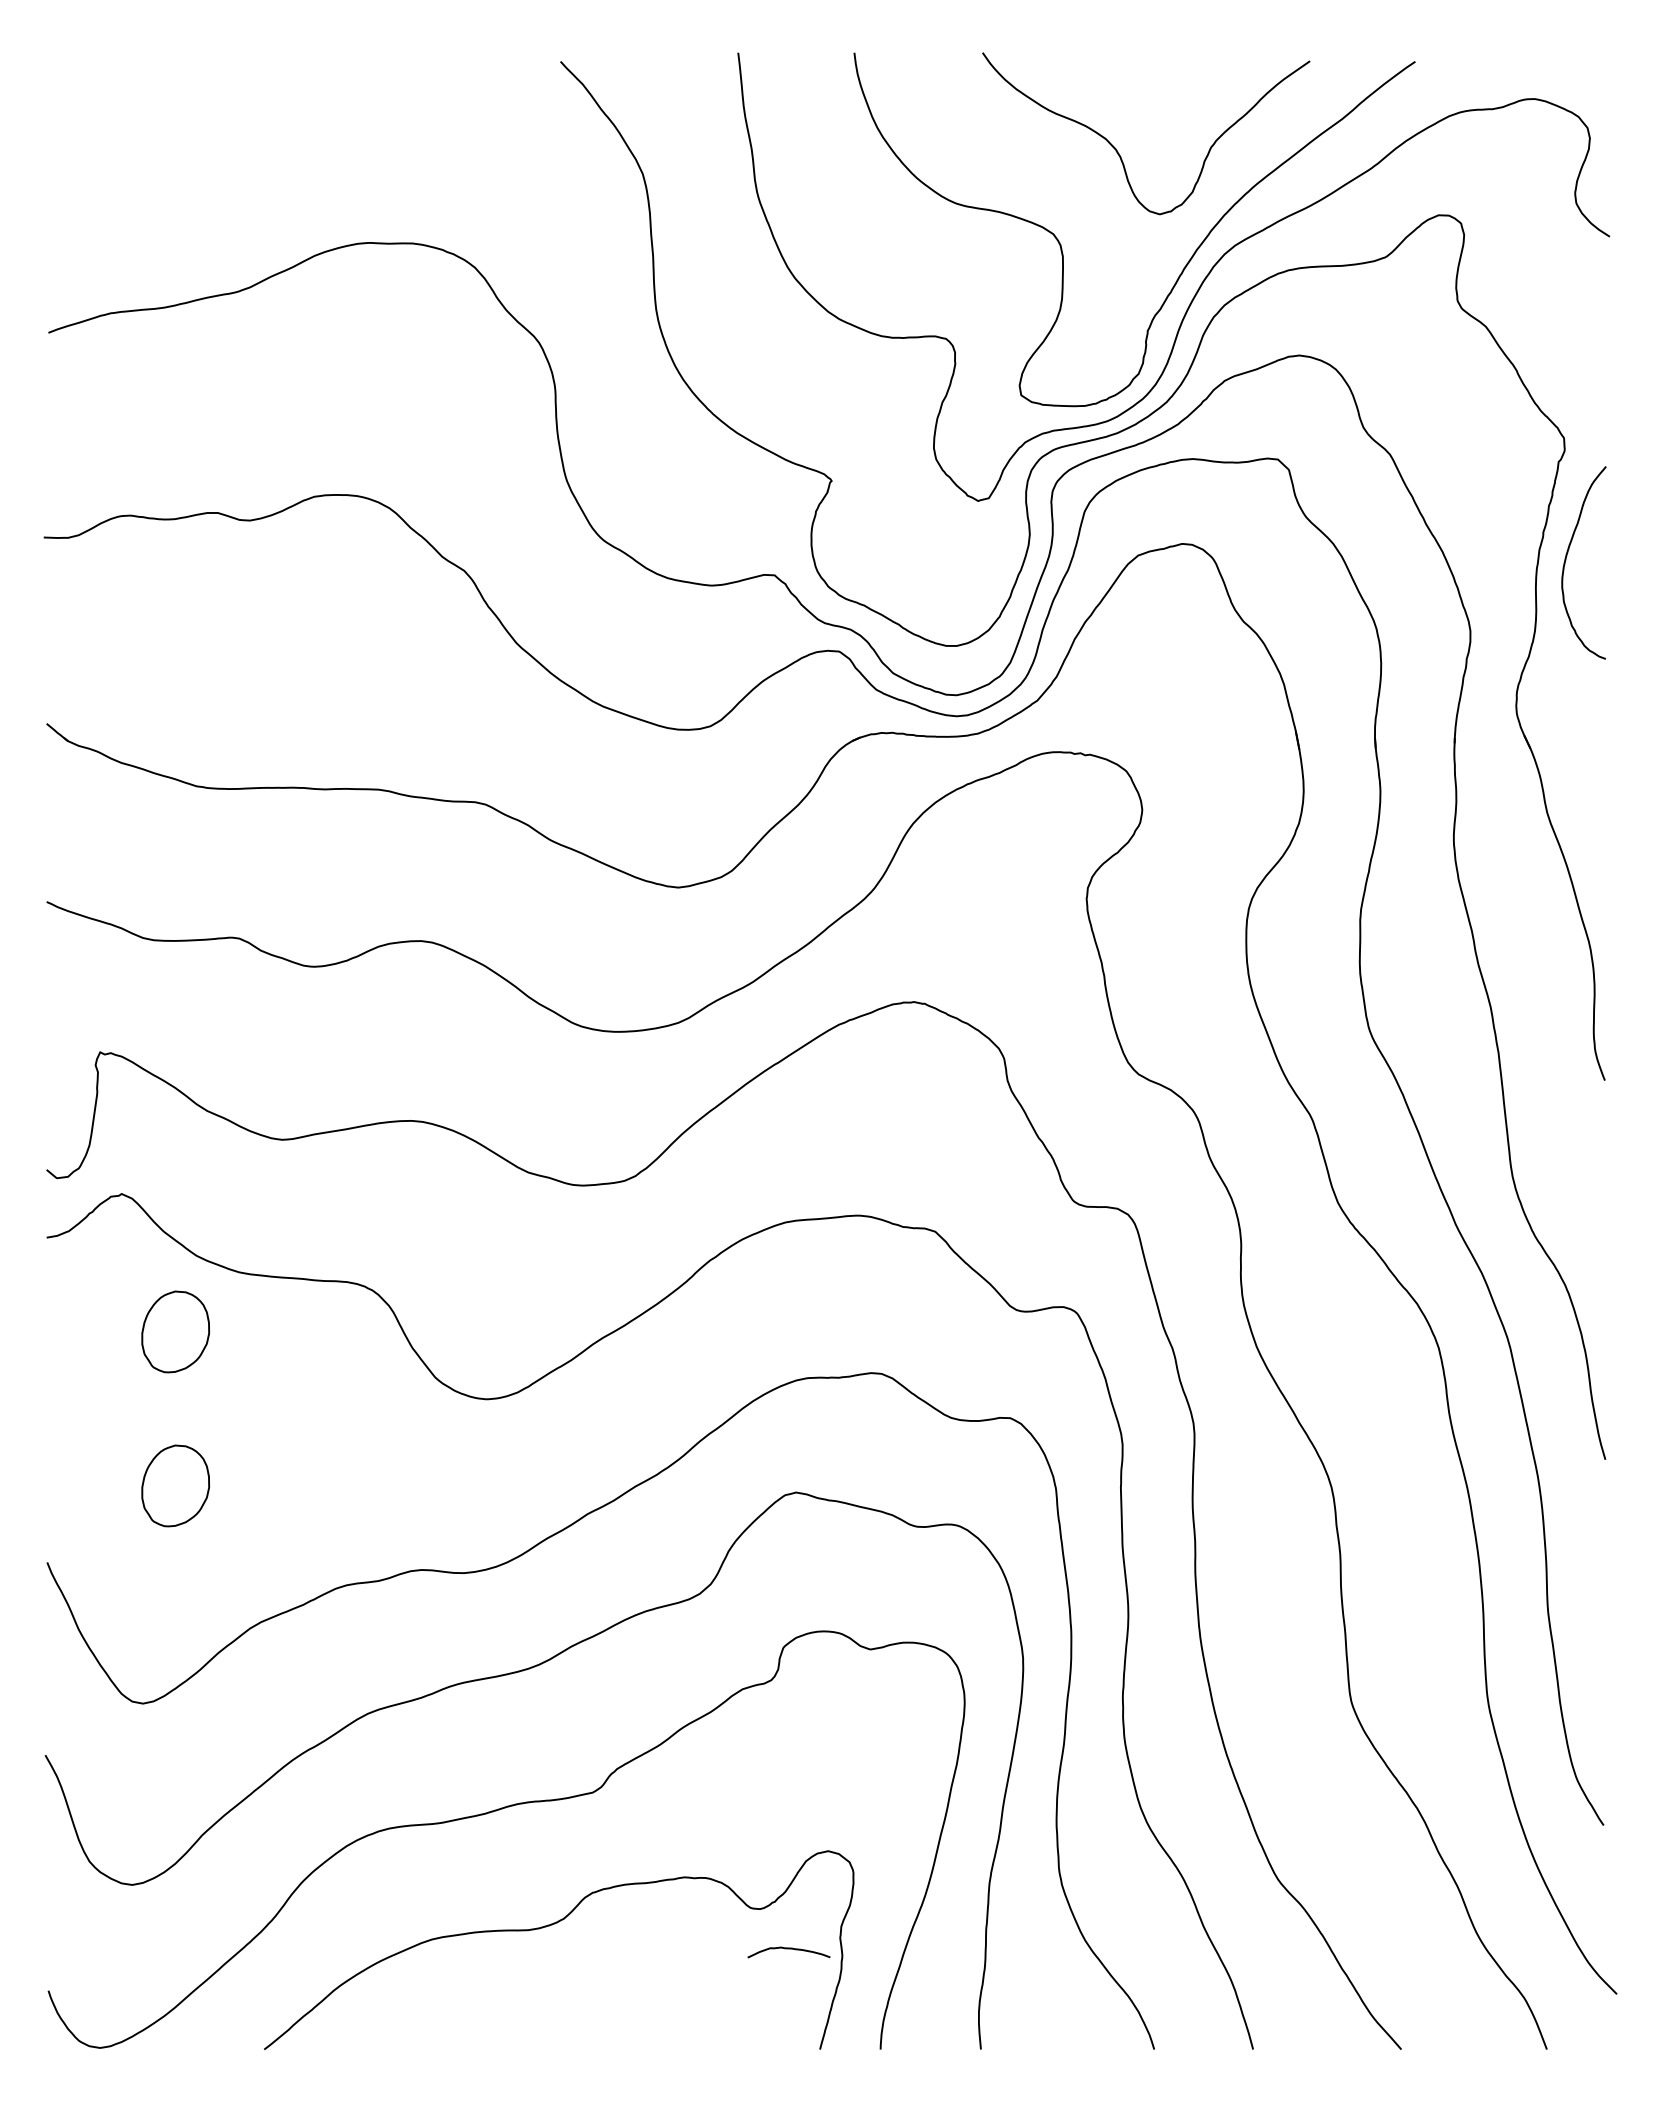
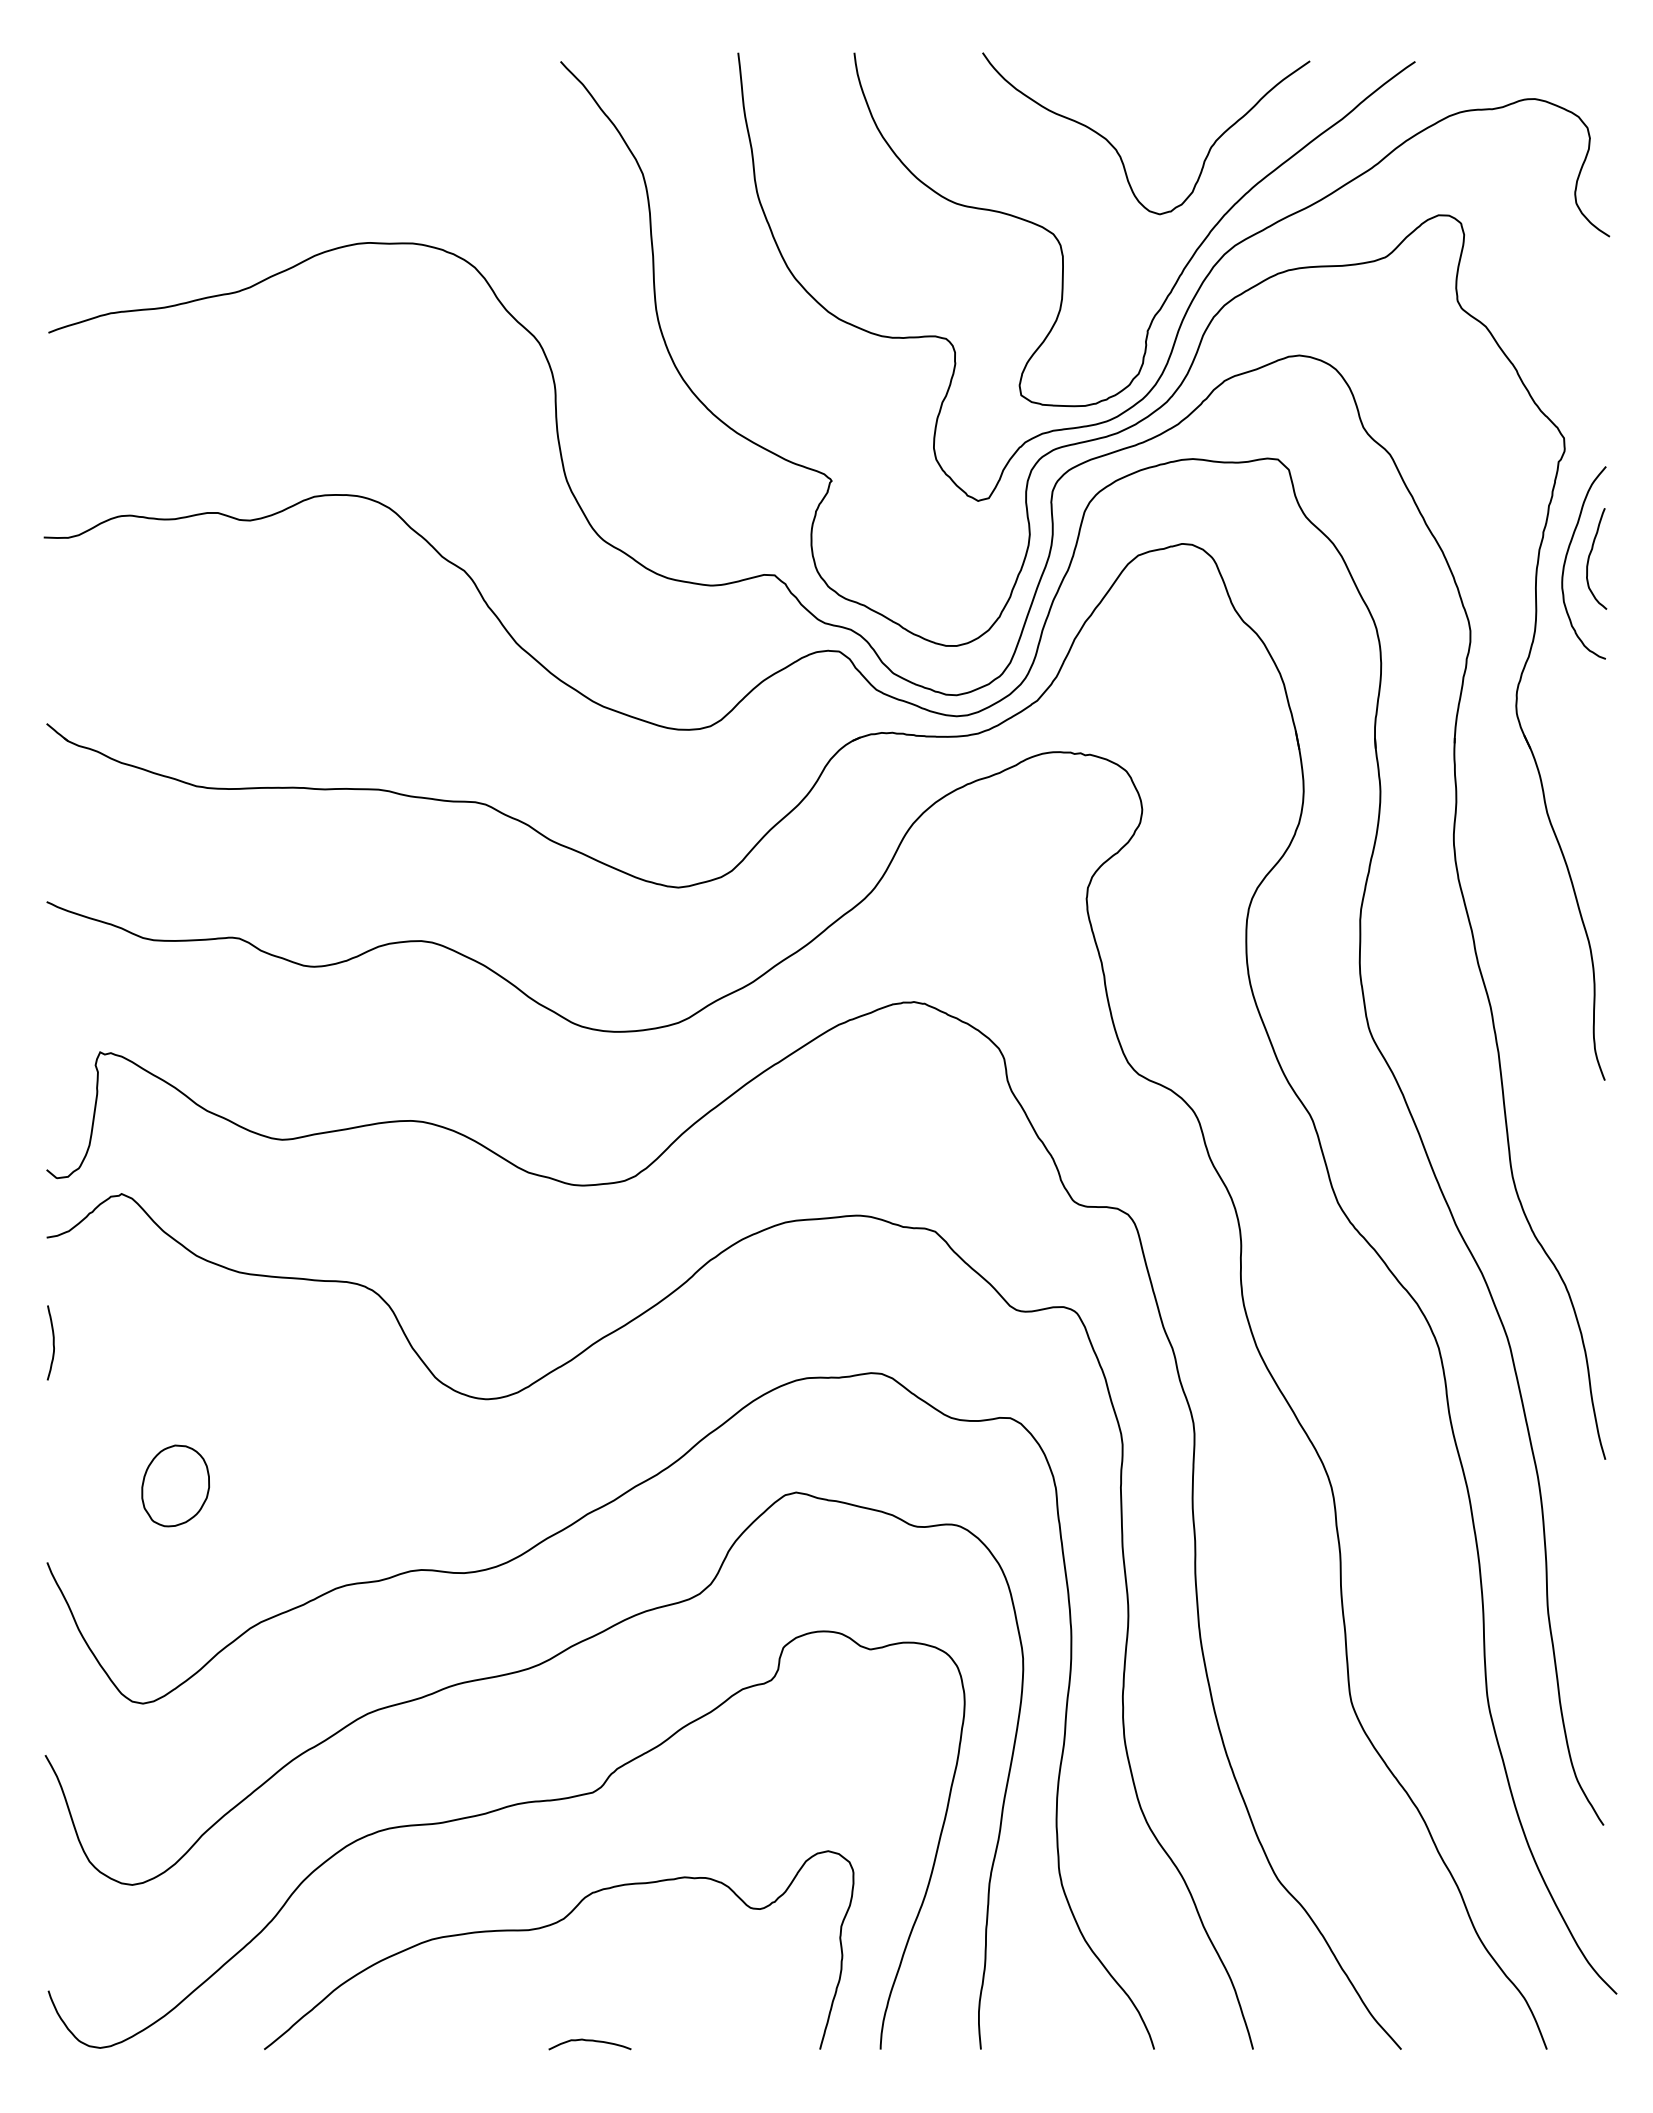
curve at (1590, 555): none -> present
part at (175, 1331): present -> none
curve at (52, 1342): none -> present
curve at (788, 1949) position: (788, 1949) -> (589, 2041)
